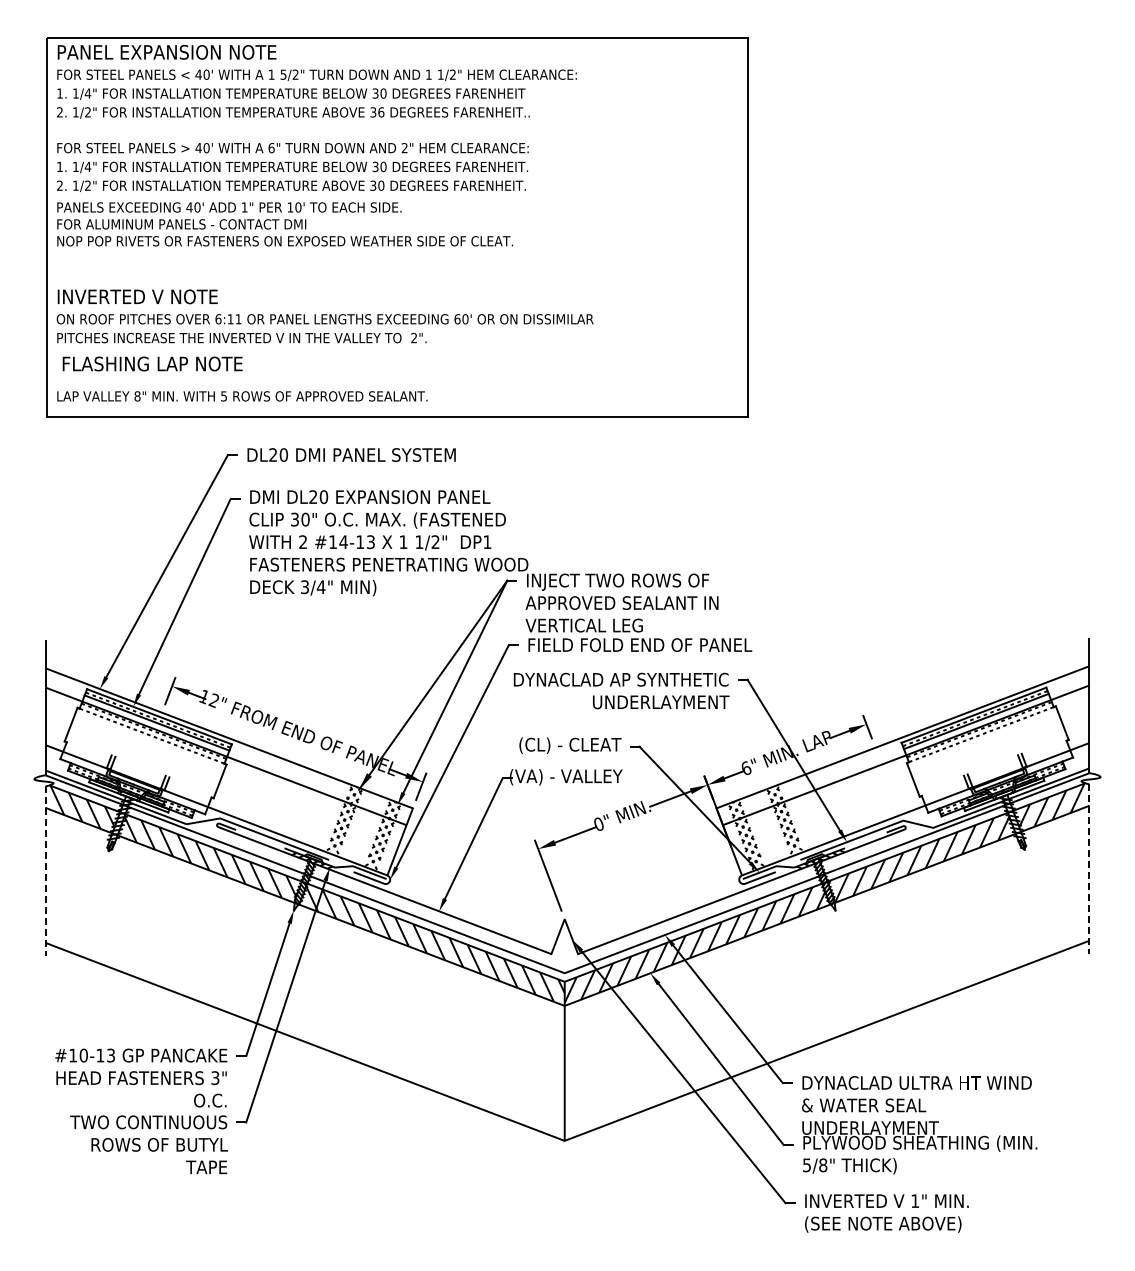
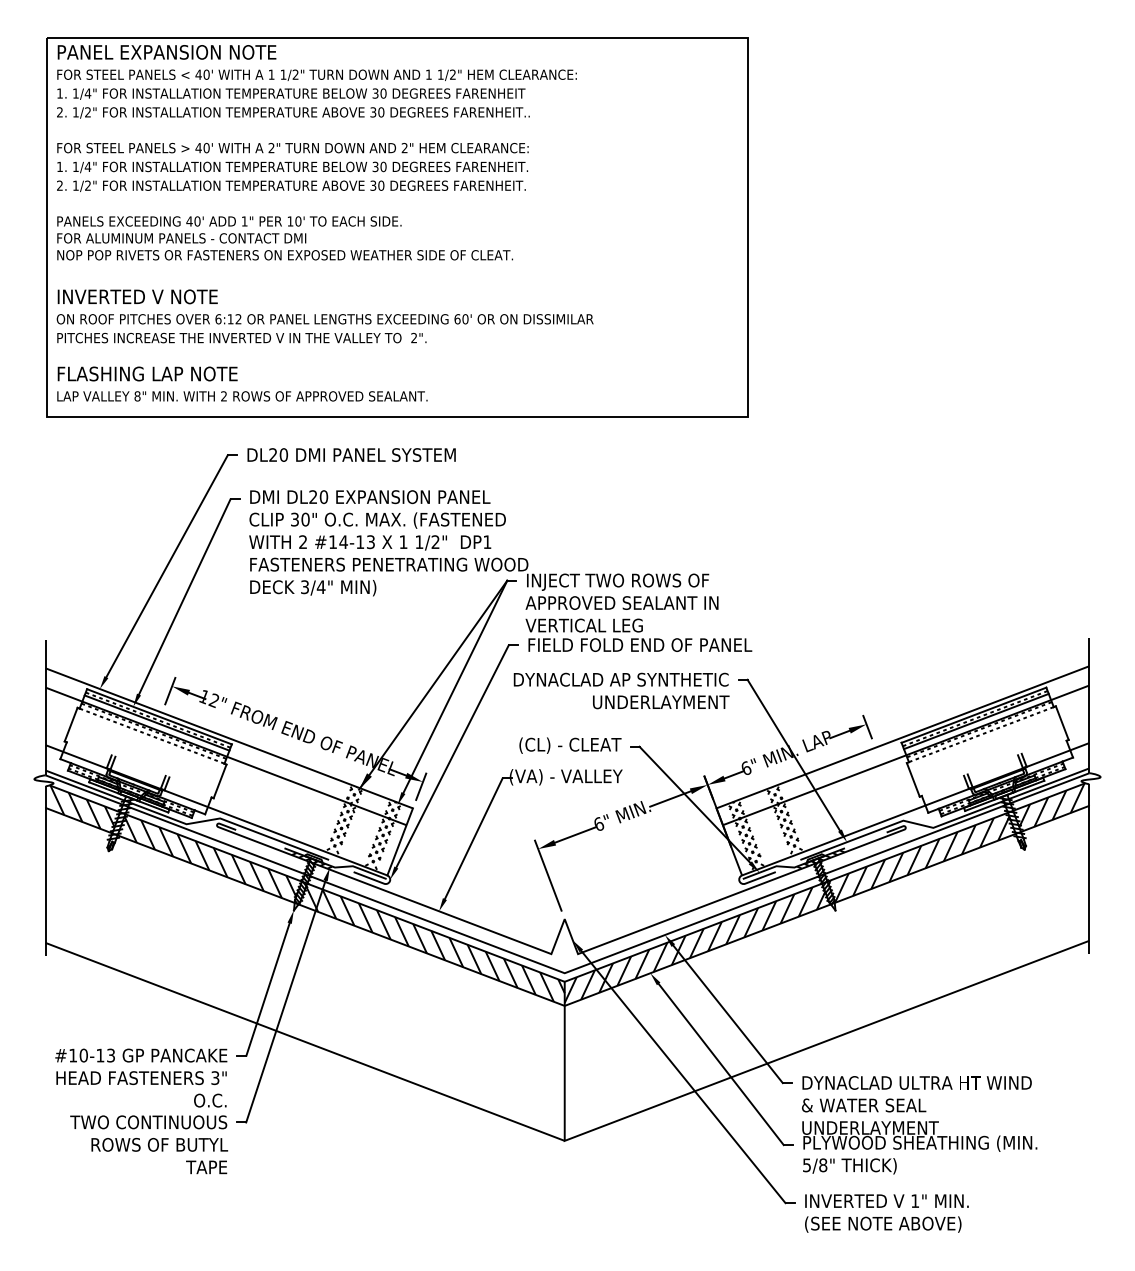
text at (283, 74): 5/2" -> 1/2"
text at (381, 112): 36 -> 30
text at (271, 147): 6" -> 2"
text at (284, 224) position: (284, 224) -> (284, 238)
text at (238, 319): 6:11 -> 6:12
text at (152, 363) position: (152, 363) -> (147, 373)
text at (223, 396): 5 -> 2
text at (599, 823): 0" -> 6"
line at (1089, 869): dashed -> solid
line at (45, 871): dashed -> solid
